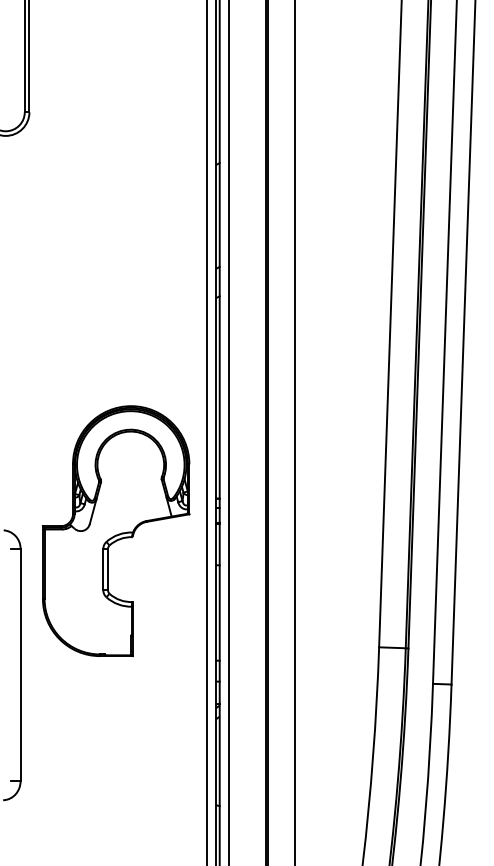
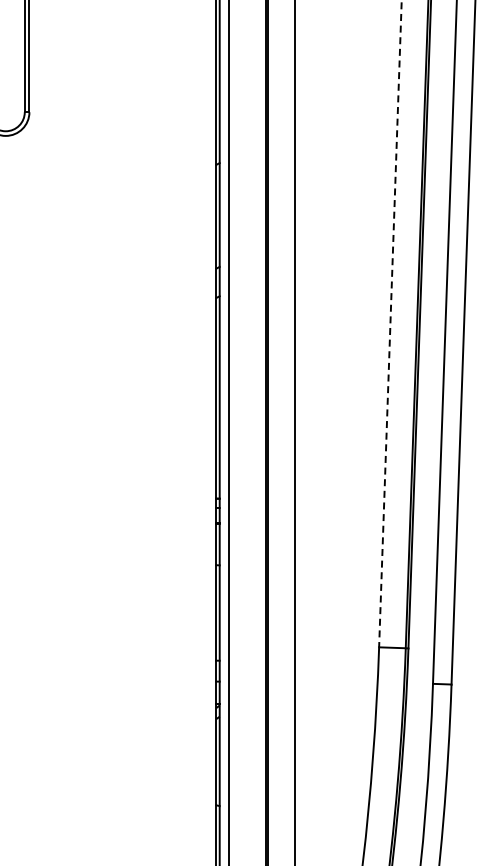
line at (390, 324): solid -> dashed
line at (207, 432): present -> none
part at (116, 531): present -> none
part at (20, 665): present -> none
